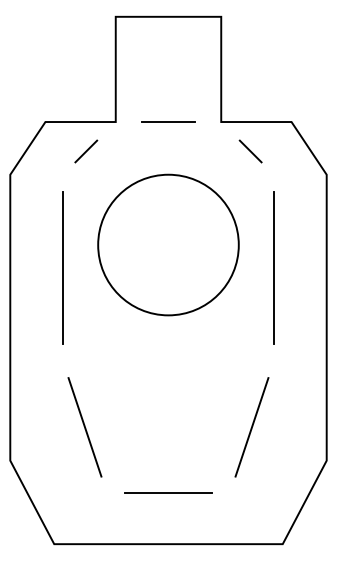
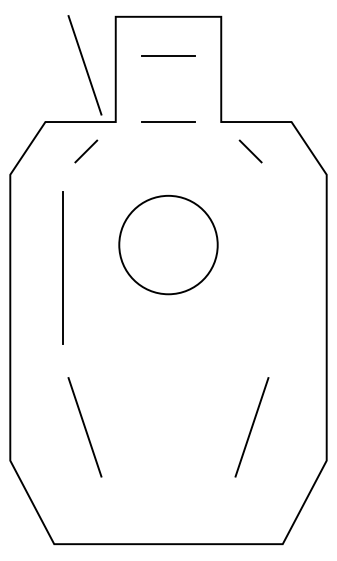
line at (168, 55): none -> present
line at (84, 65): none -> present
circle at (168, 244) diameter: 141 px -> 98 px
line at (273, 267): present -> none
line at (168, 493): present -> none
